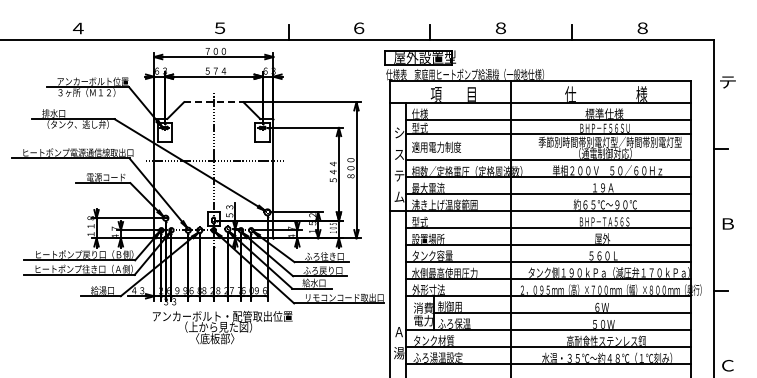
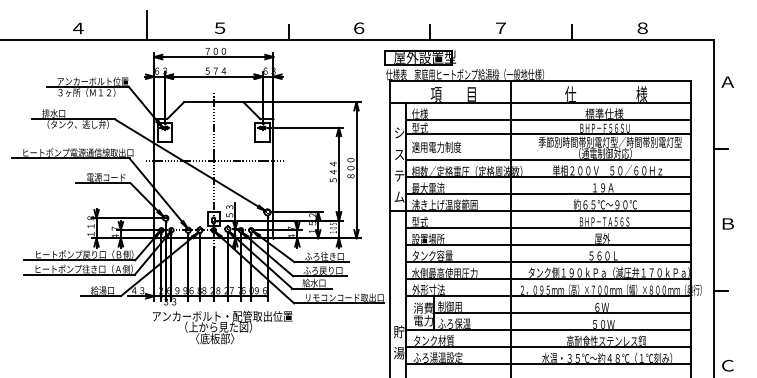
line at (146, 25): none -> present
text at (500, 28): ８ -> ７
text at (727, 82): テ -> Ａ
line at (213, 102): dashed -> solid
text at (399, 331): Ａ -> 貯
